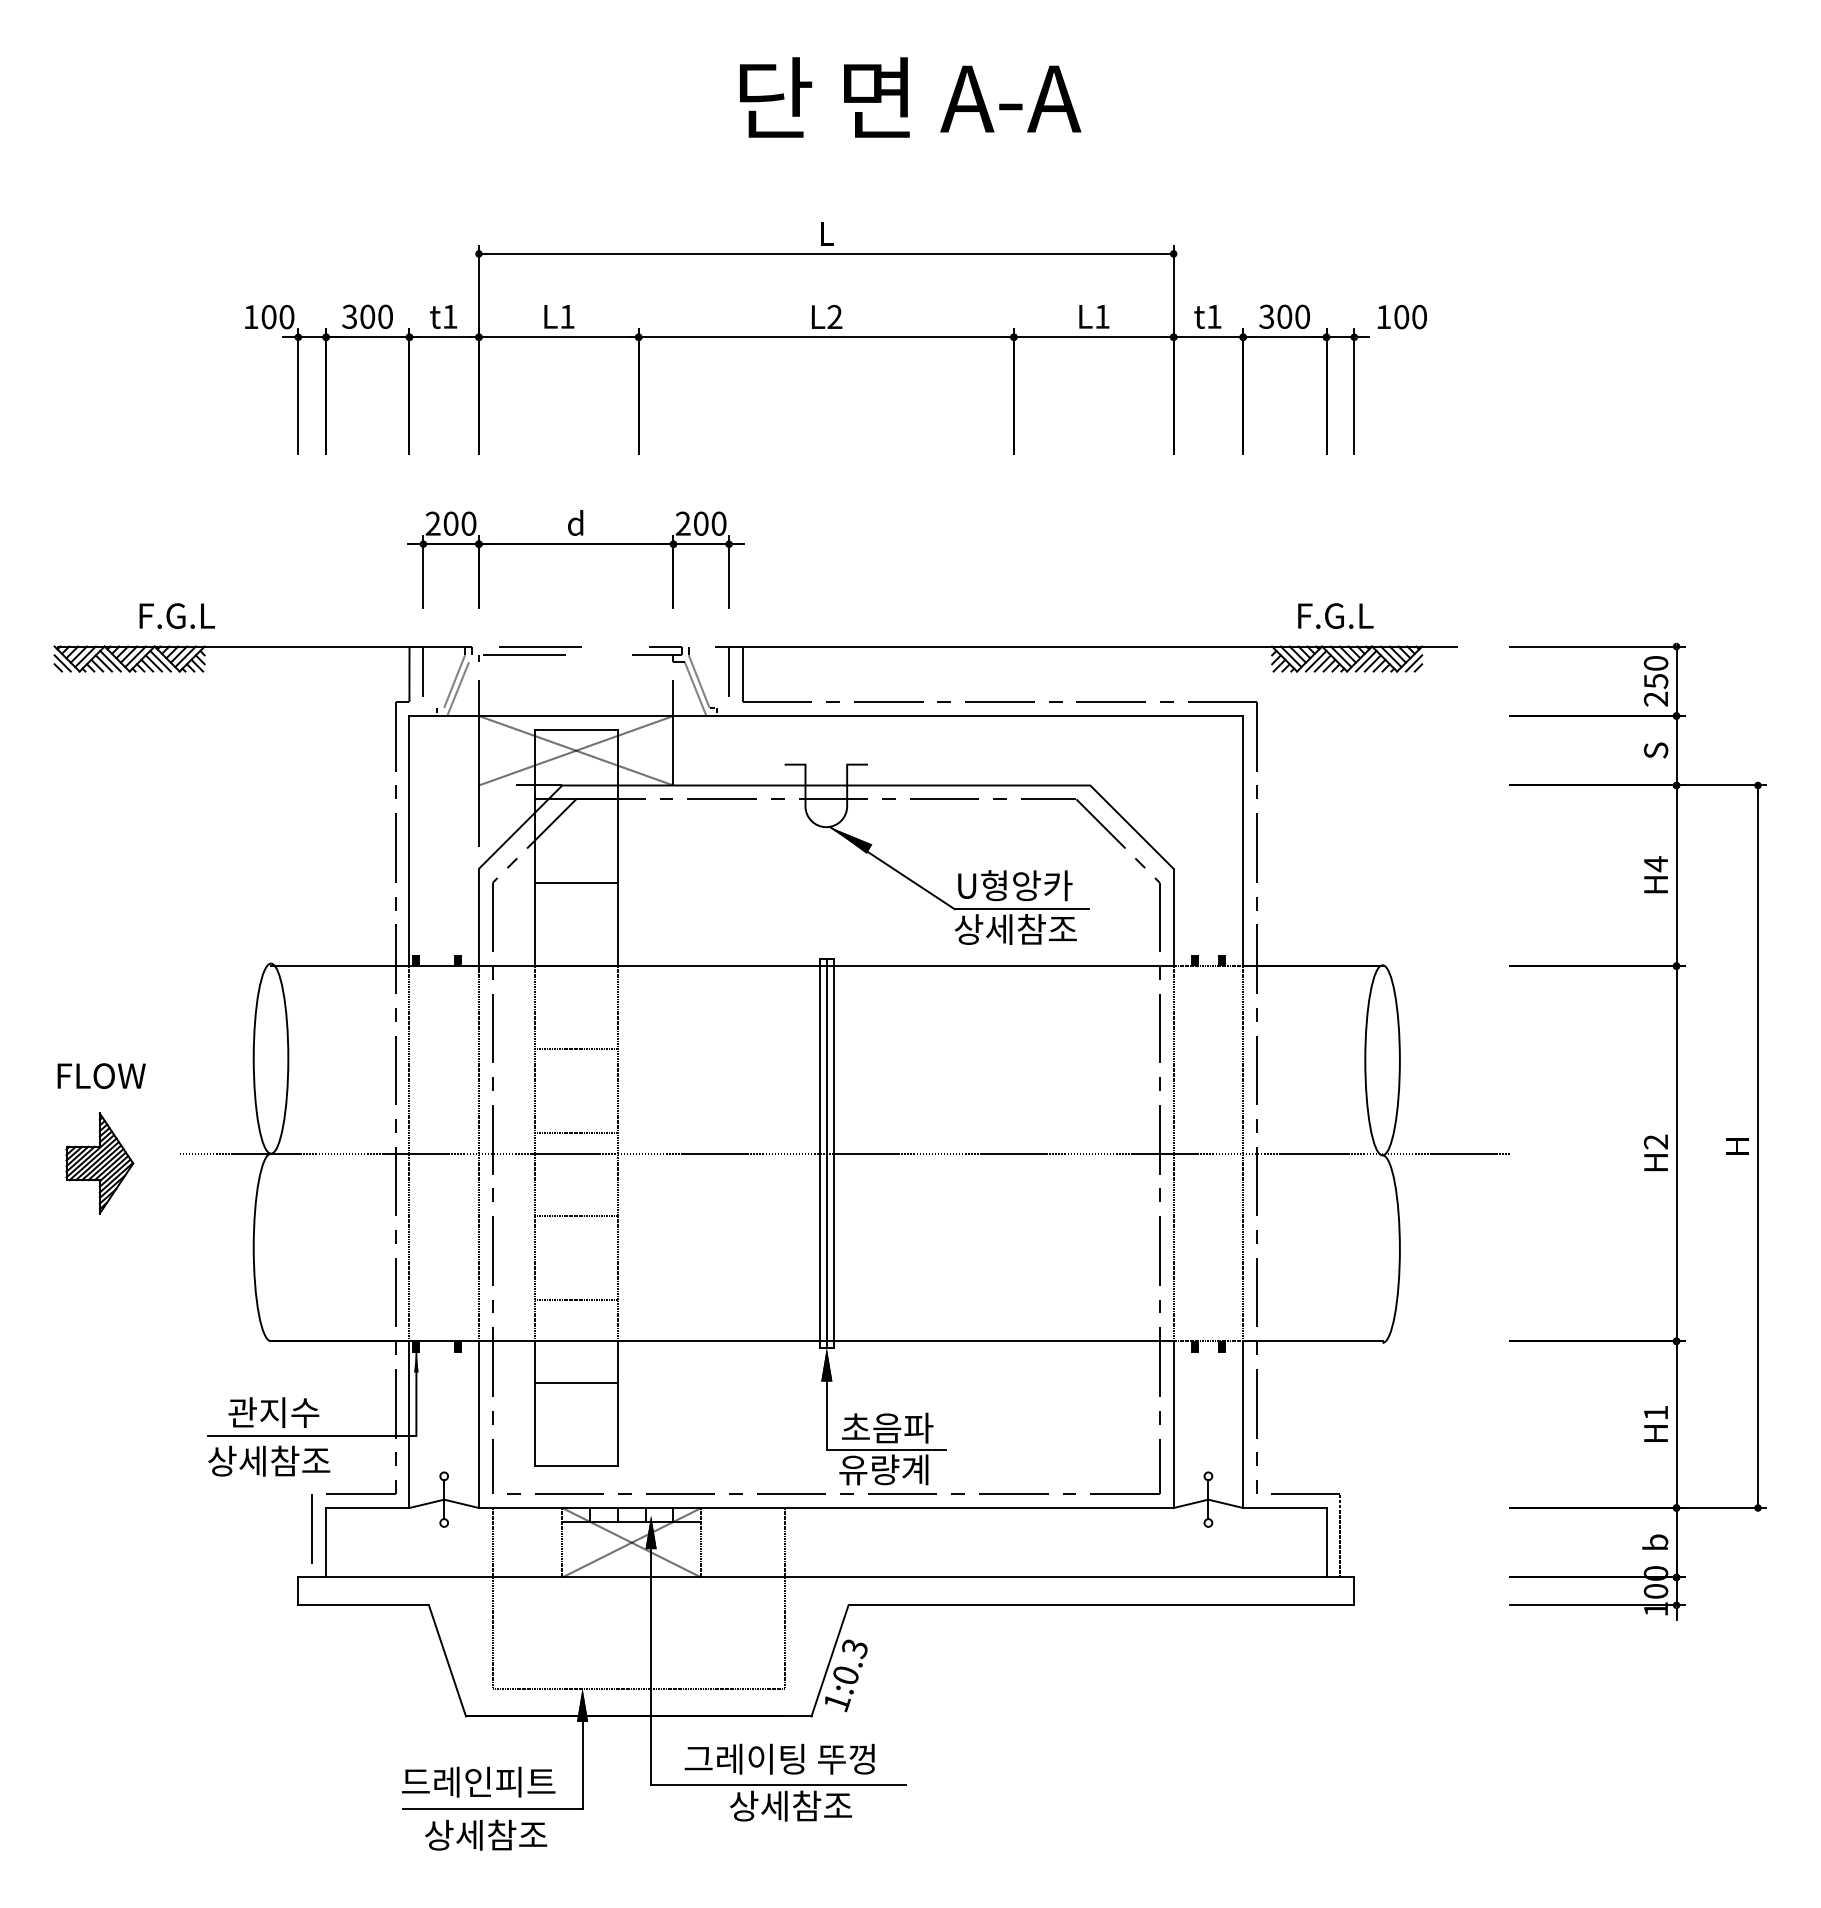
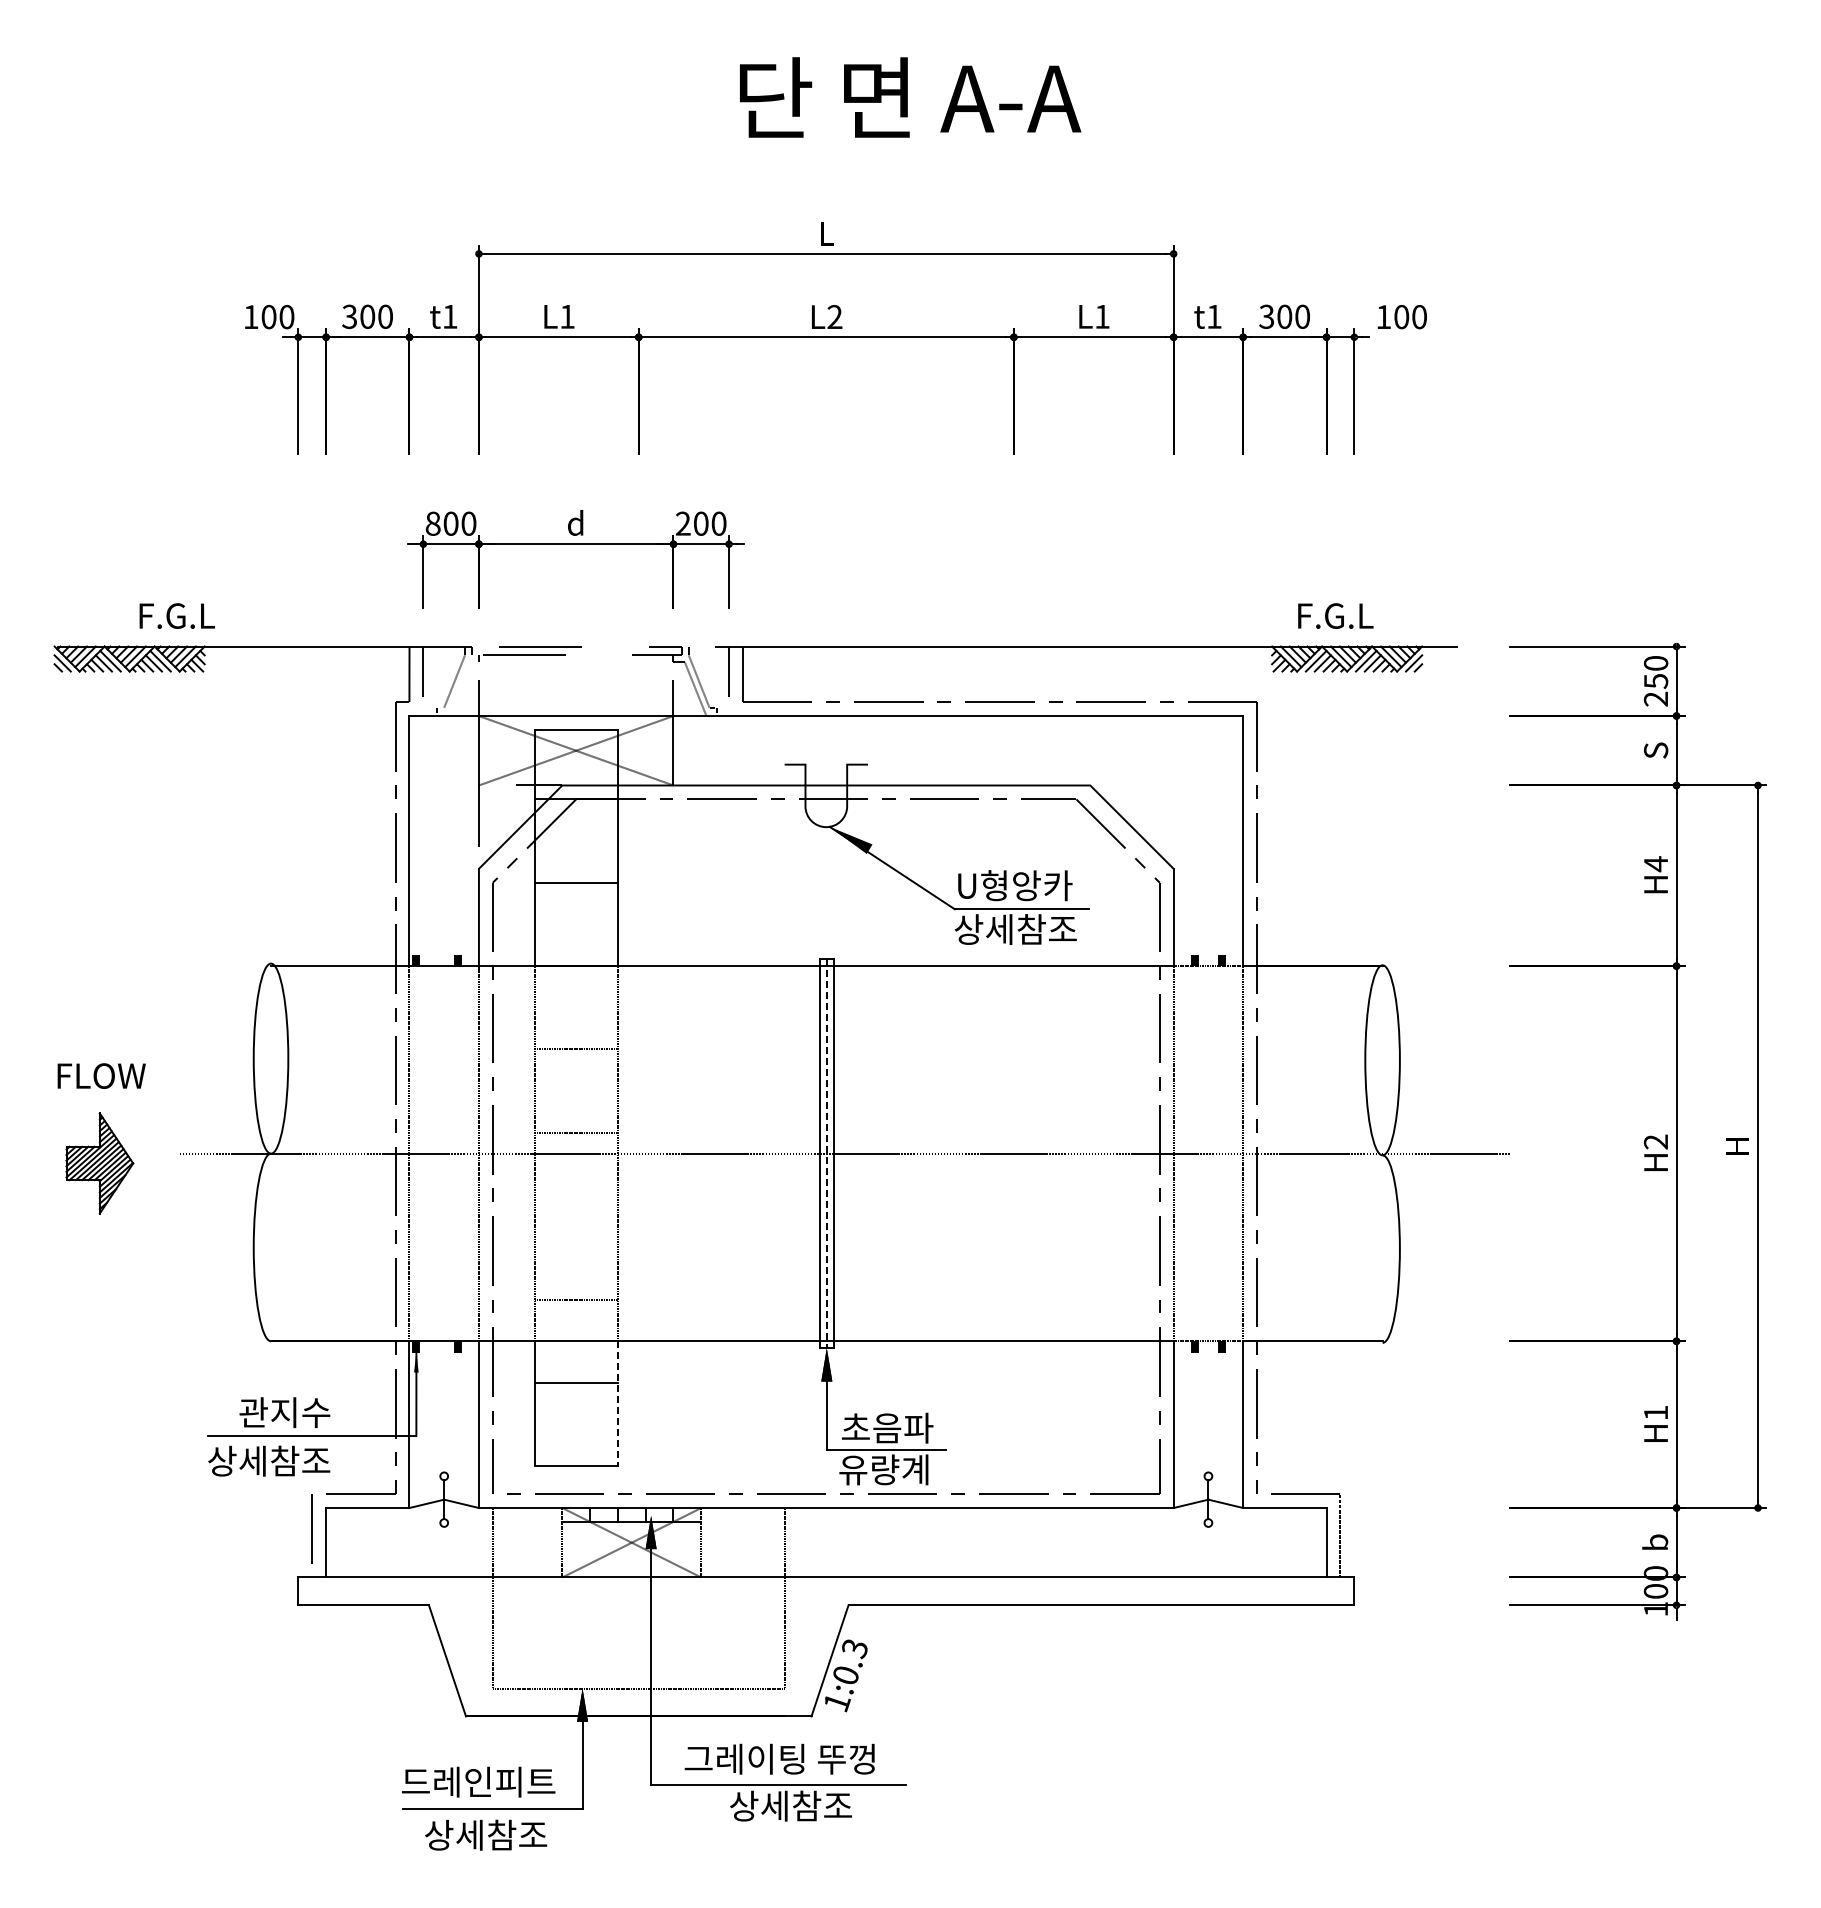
text at (432, 523): 200 -> 800
line at (458, 689): present -> none
line at (826, 1153): solid -> dashed
line at (575, 1216): present -> none
line at (617, 1403): solid -> dashed
text at (273, 1412) position: (273, 1412) -> (284, 1412)
